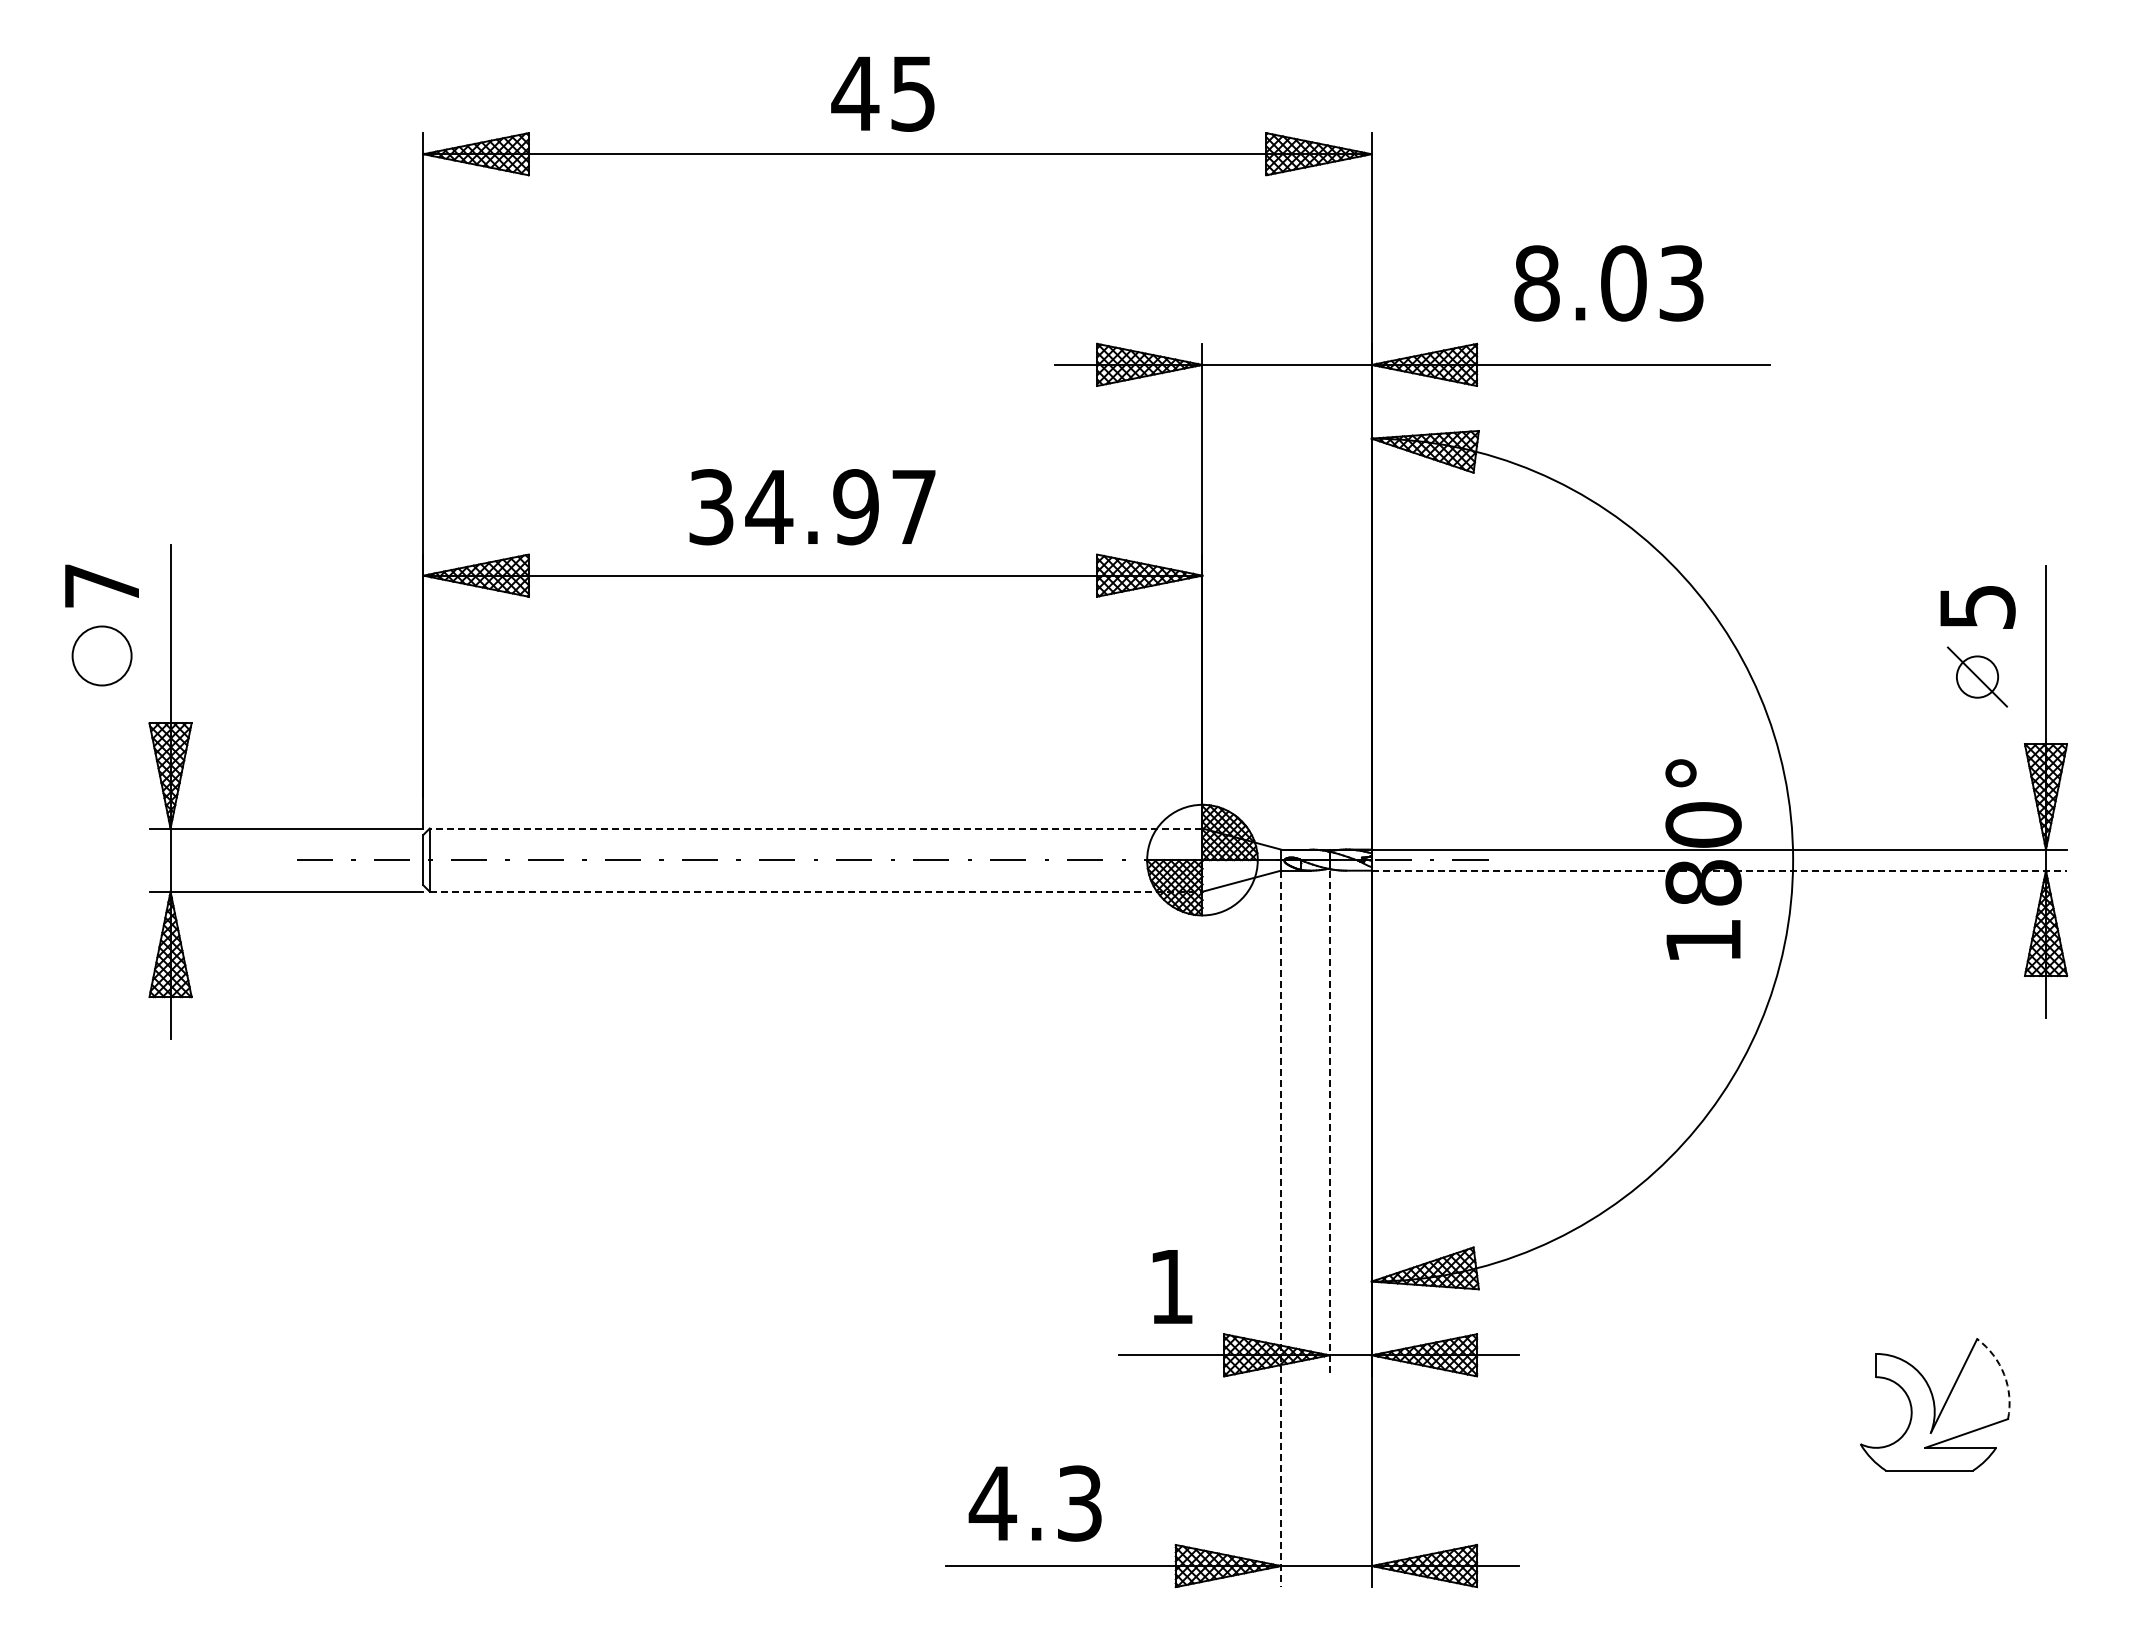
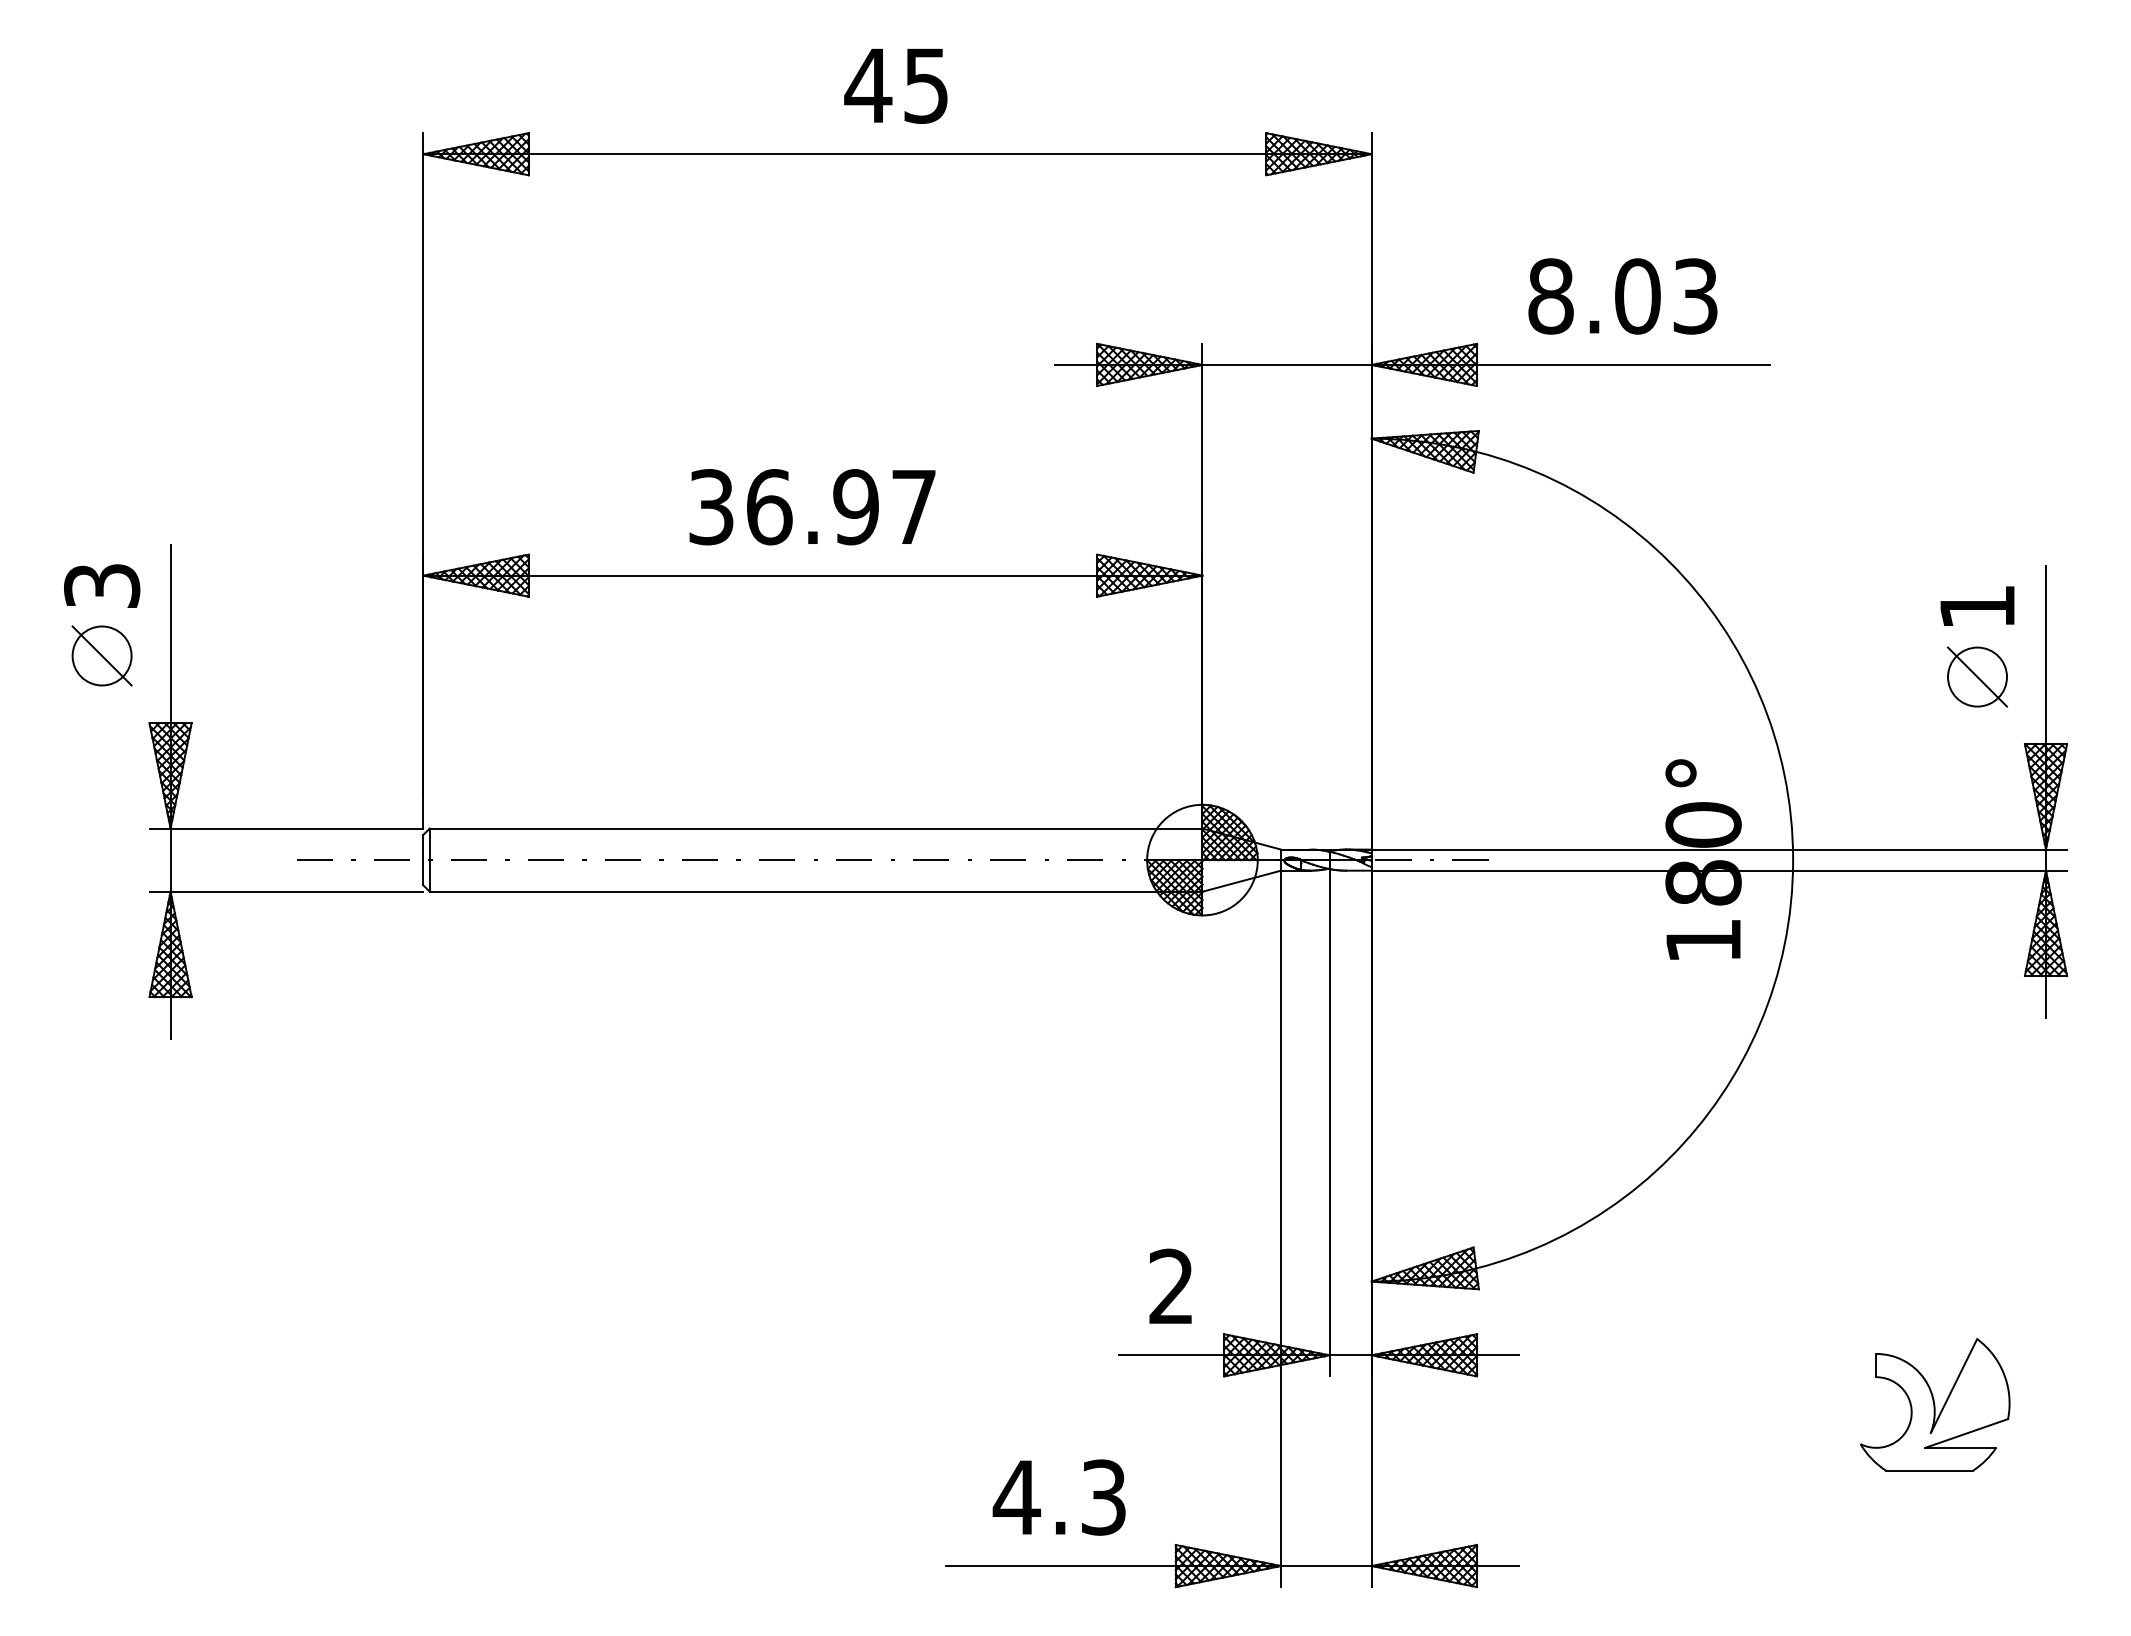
text at (882, 93) position: (882, 93) -> (895, 85)
text at (1608, 283) position: (1608, 283) -> (1622, 296)
text at (769, 507): 34.97 -> 36.97
text at (102, 585): 7 -> 3
text at (1977, 607): 5 -> 1
line at (101, 655): none -> present
circle at (1977, 676) diameter: 41 px -> 59 px
line at (815, 828): dashed -> solid
line at (1719, 870): dashed -> solid
line at (816, 891): dashed -> solid
line at (1329, 1123): dashed -> solid
line at (1281, 1229): dashed -> solid
text at (1170, 1285): 1 -> 2
arc at (2004, 1374): dashed -> solid
text at (1034, 1503) position: (1034, 1503) -> (1058, 1497)
